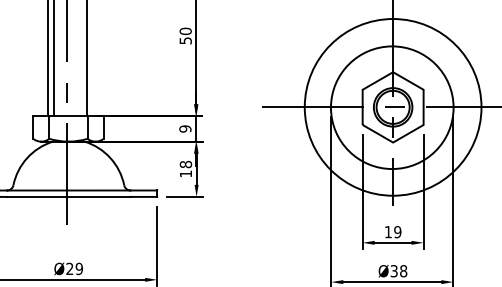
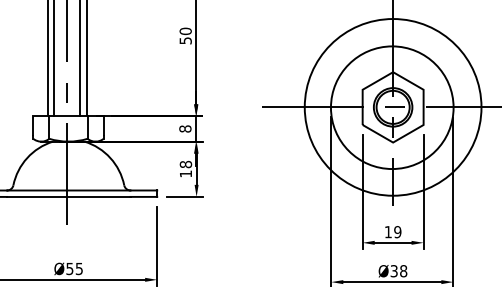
line at (80, 59): none -> present
text at (185, 128): 9 -> 8
text at (74, 268): Ø29 -> Ø55
